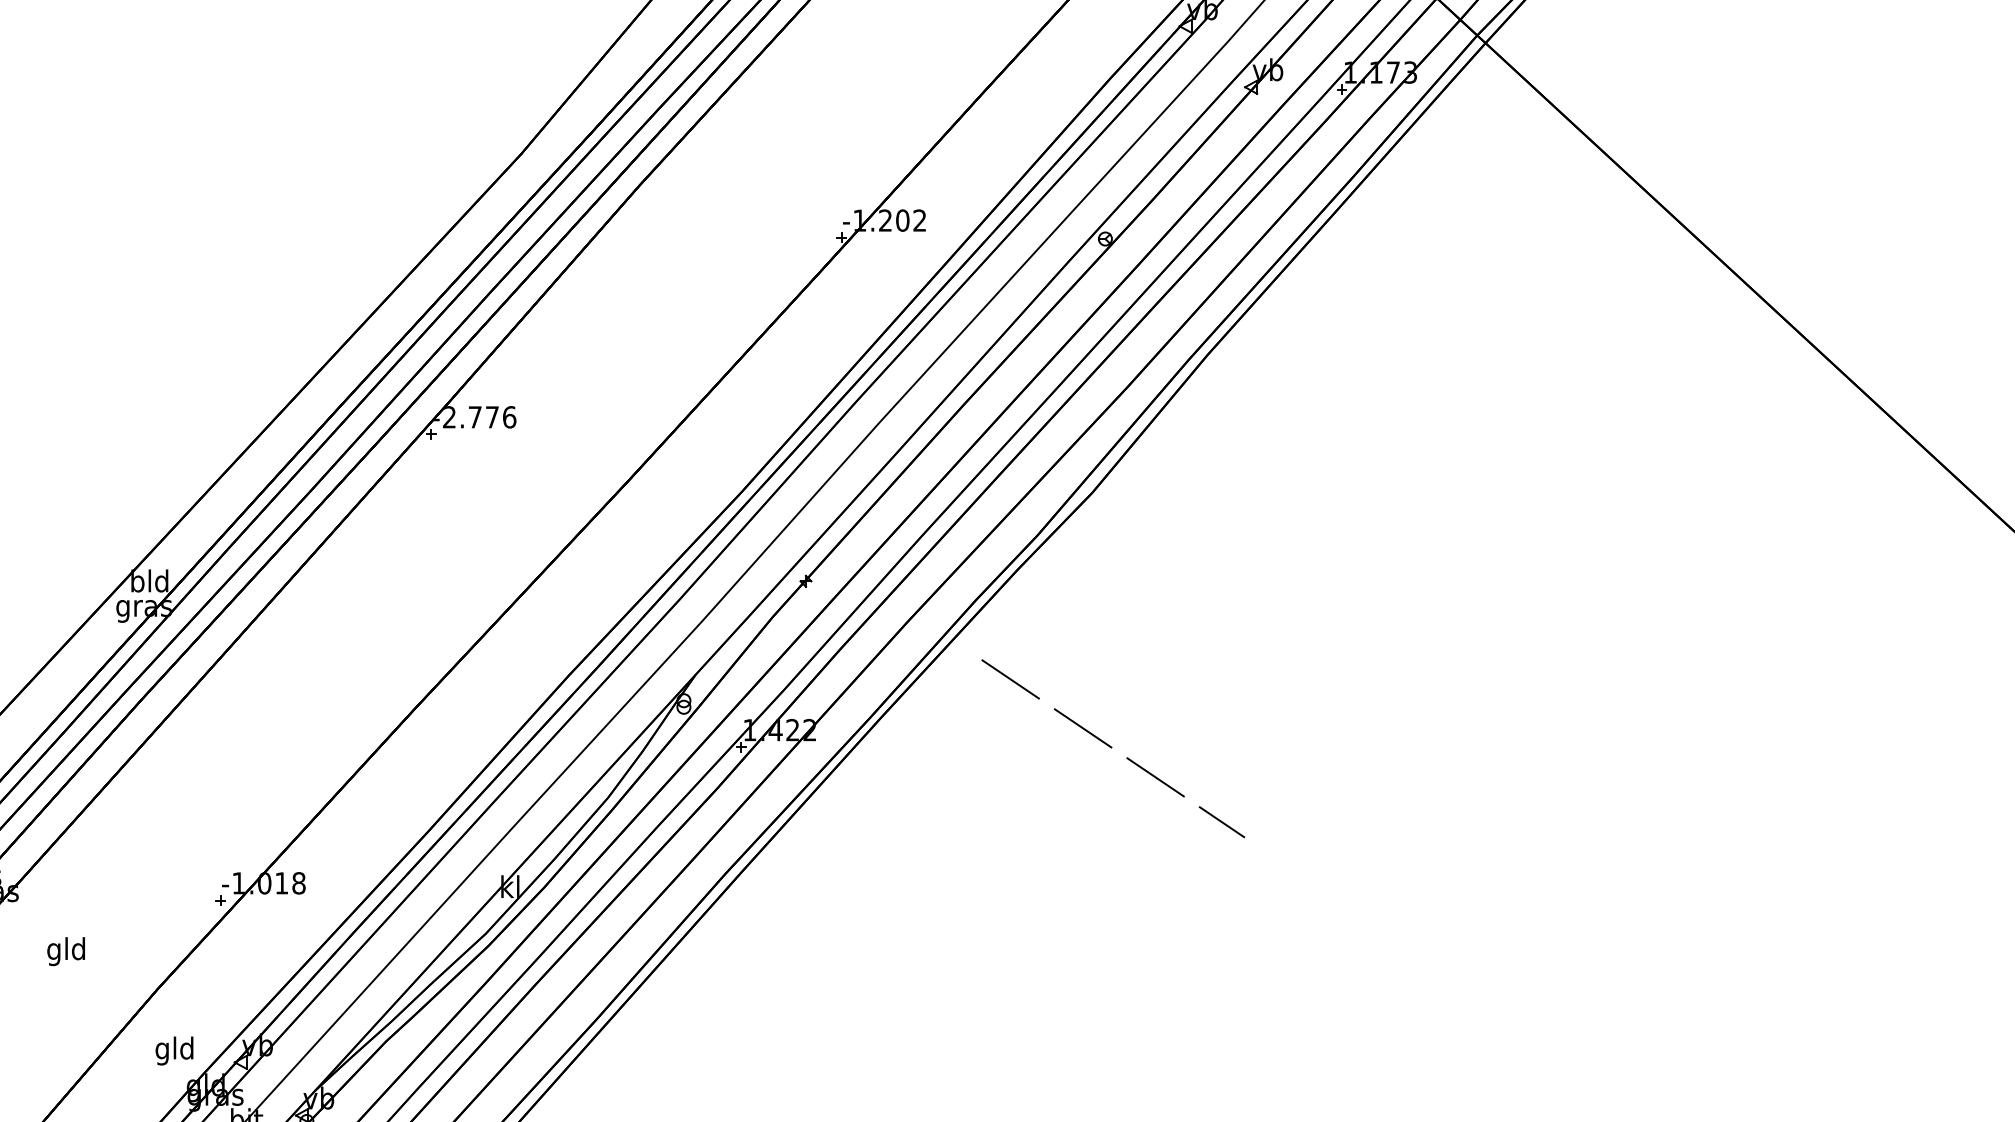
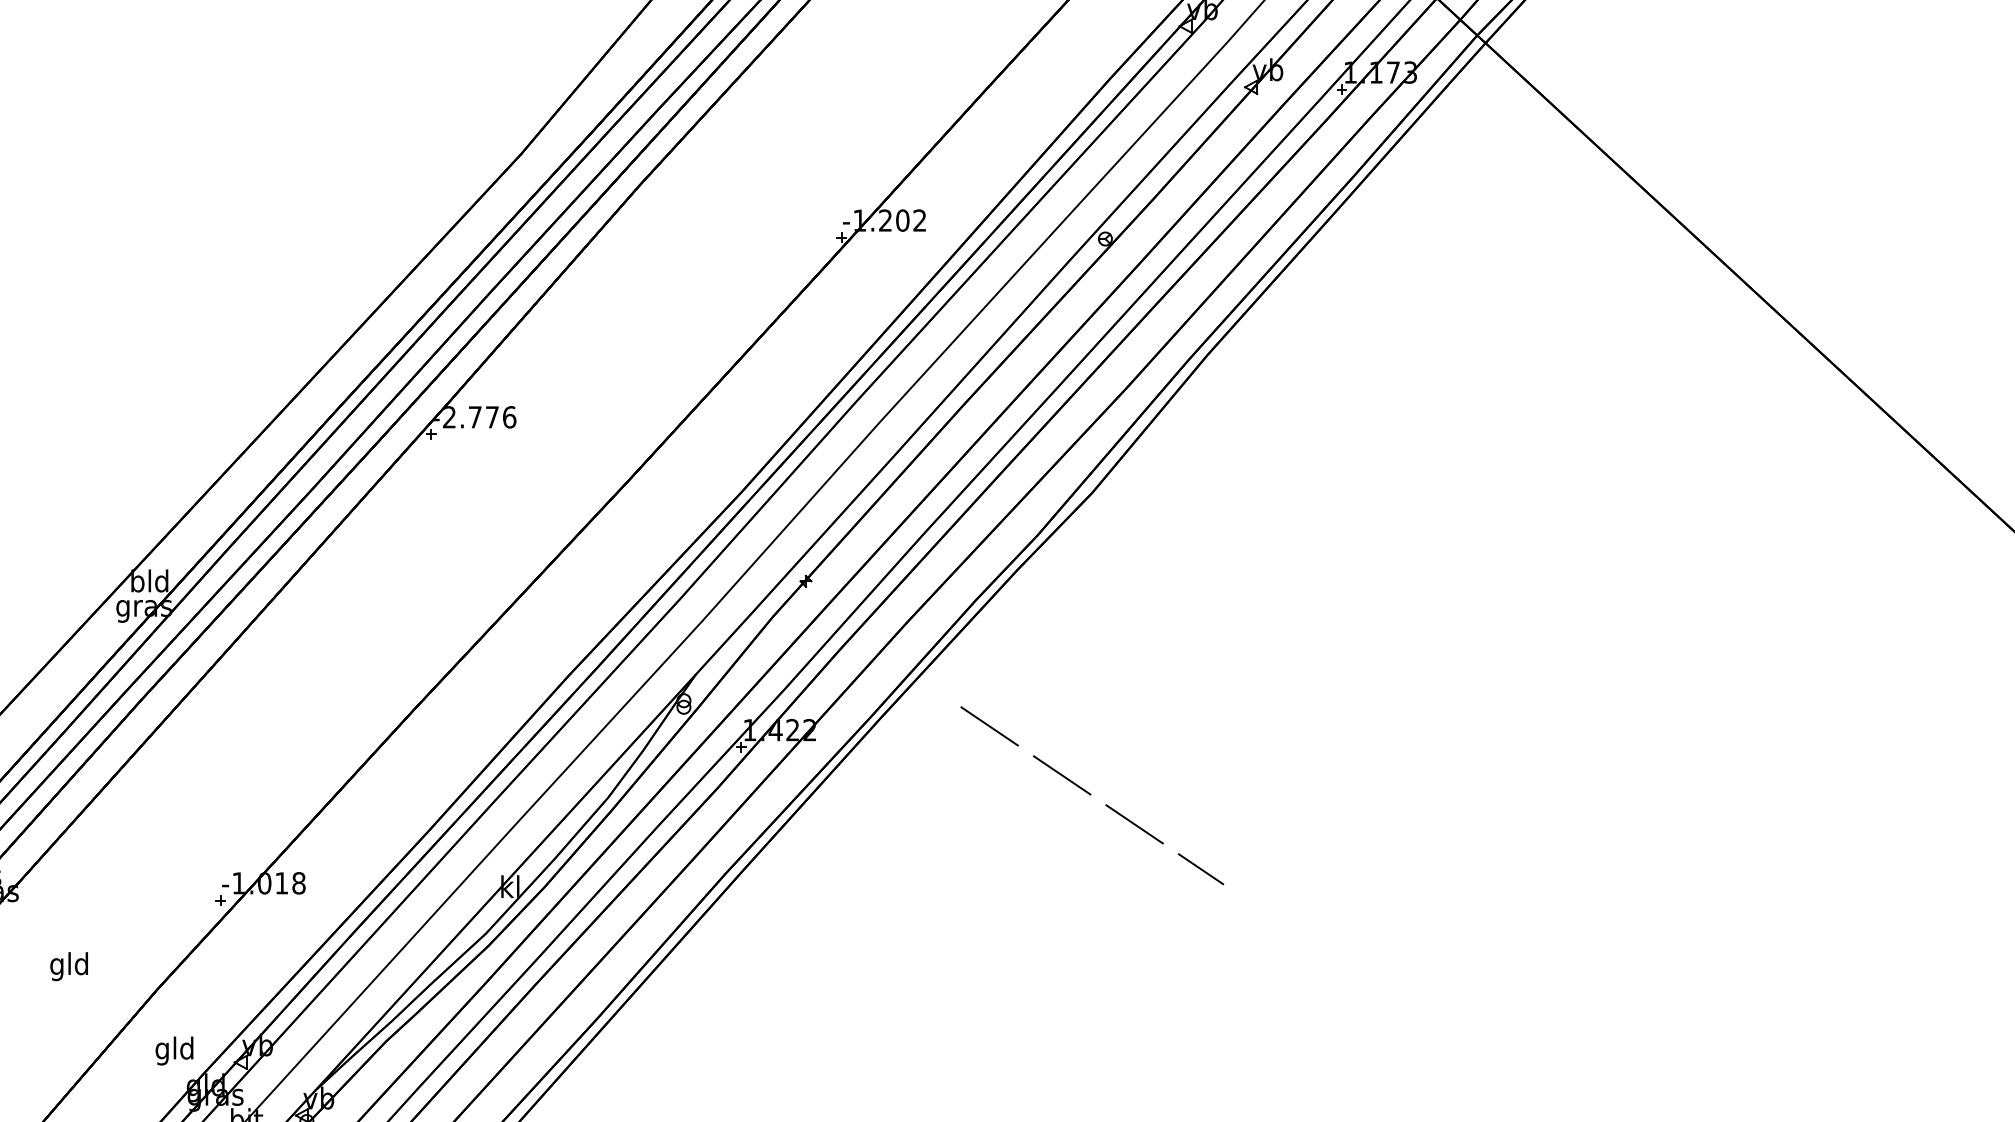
line at (1112, 747) position: (1112, 747) -> (1091, 794)
text at (65, 951) position: (65, 951) -> (68, 966)
